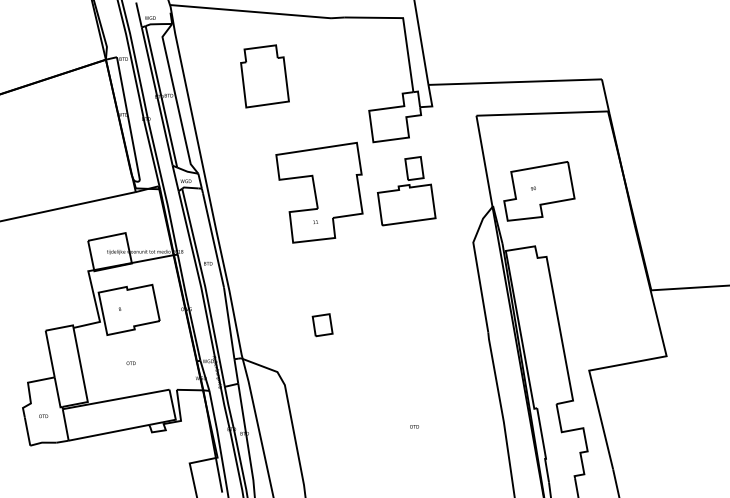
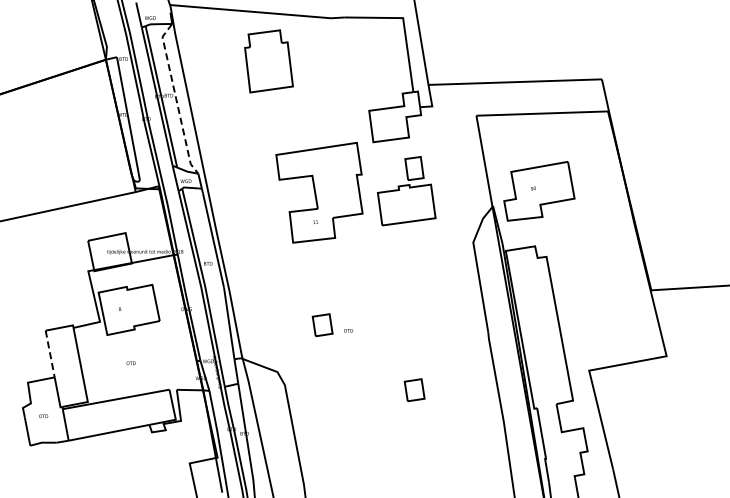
part at (264, 76) position: (264, 76) -> (268, 61)
line at (176, 99): solid -> dashed
line at (50, 354): solid -> dashed
part at (414, 390): none -> present
text at (414, 426) position: (414, 426) -> (348, 330)
